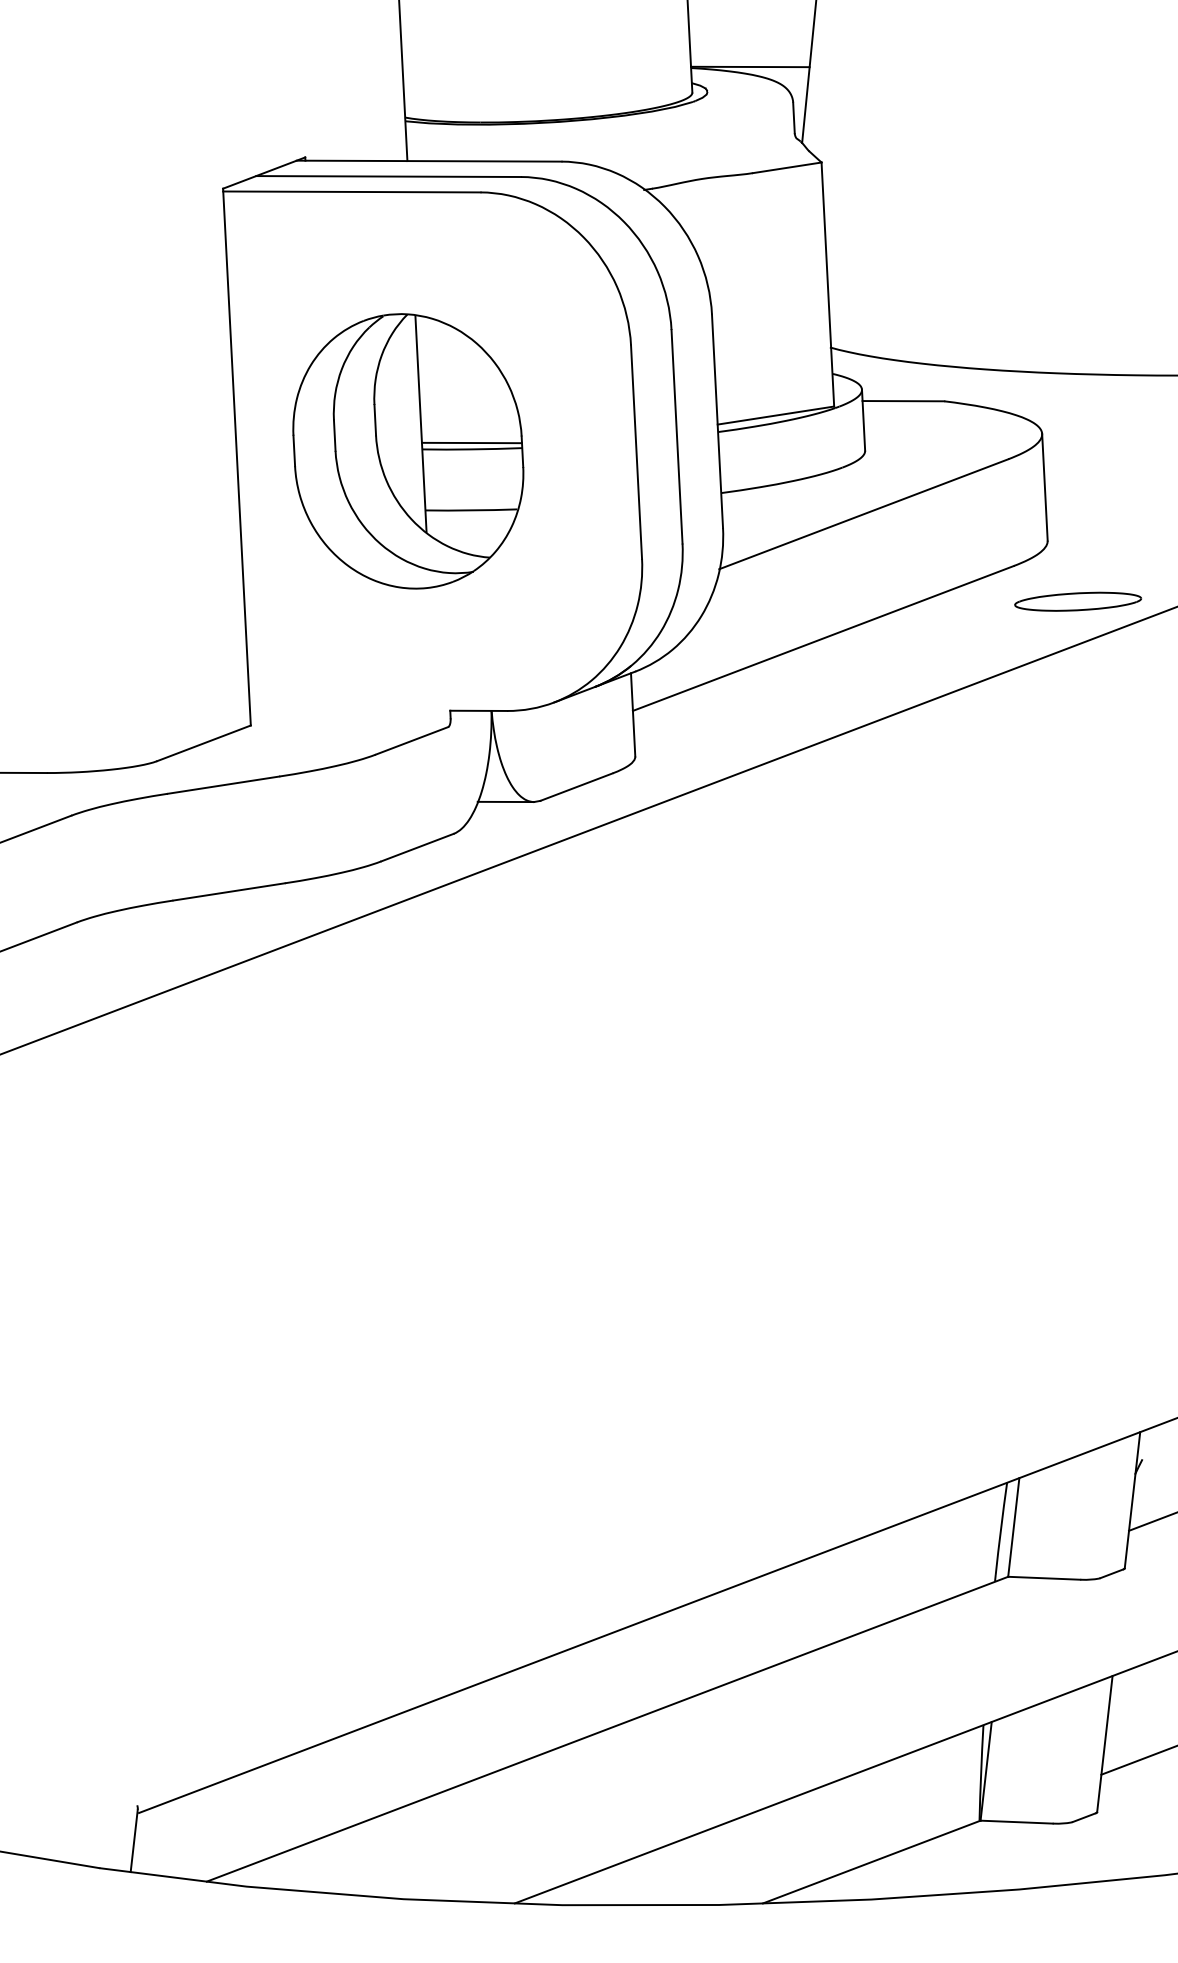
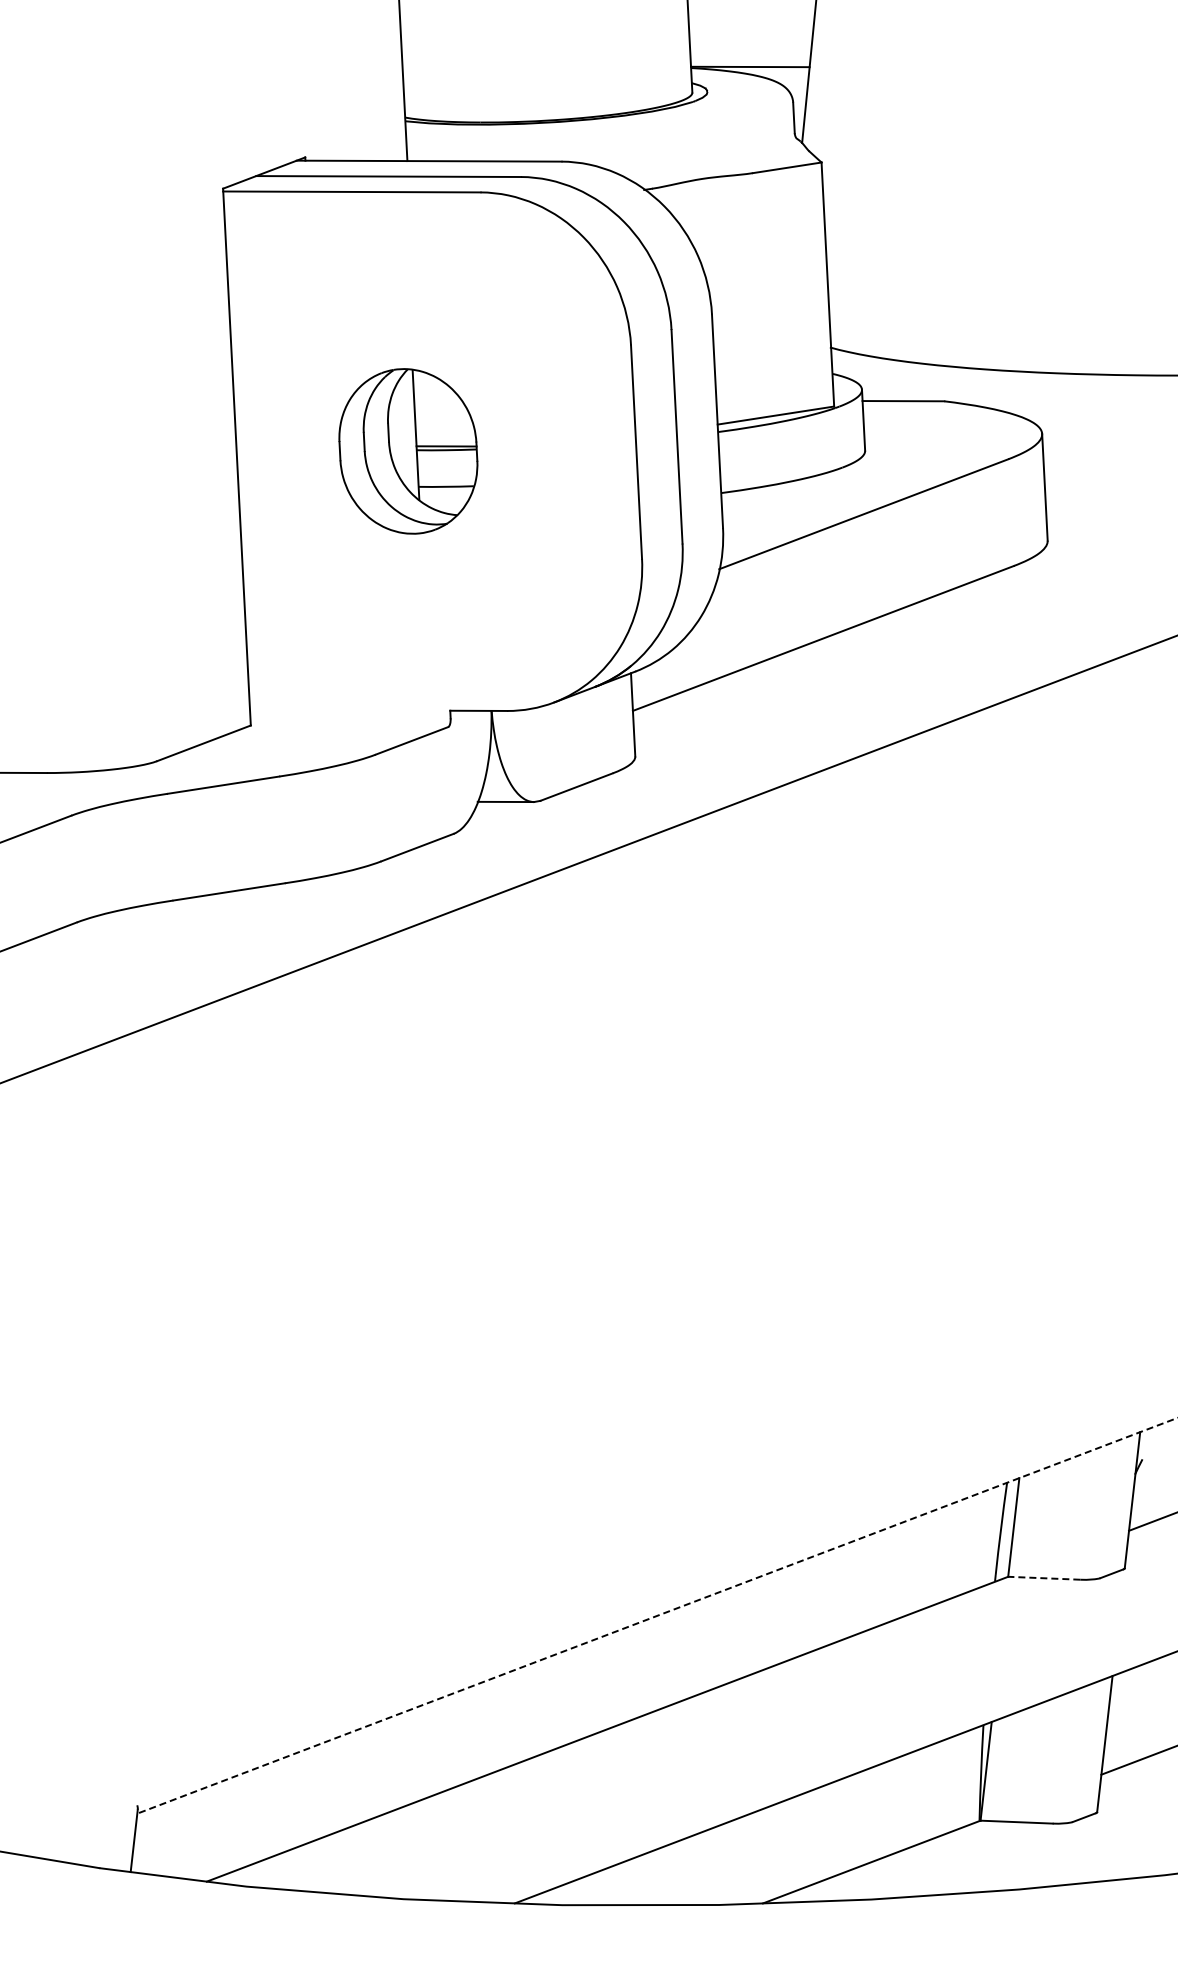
part at (408, 451) size: 233x277 px -> 141x167 px
part at (1078, 601): present -> none
line at (588, 830) position: (588, 830) -> (588, 859)
line at (1043, 1578): solid -> dashed
line at (658, 1615): solid -> dashed
